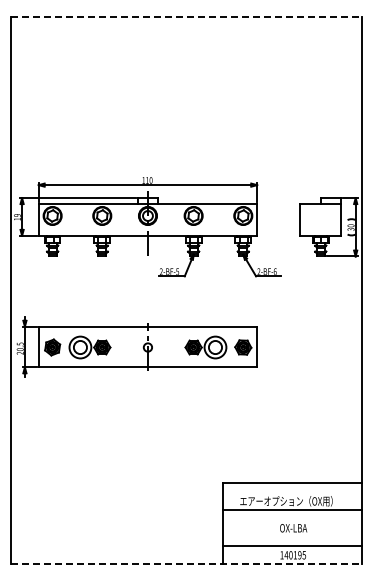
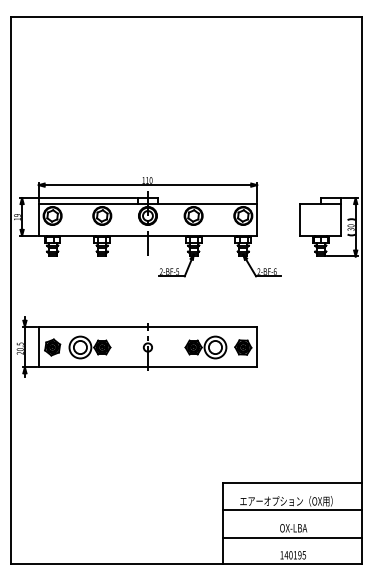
line at (186, 17): dashed -> solid
line at (292, 546) position: (292, 546) -> (292, 538)
line at (186, 563): dashed -> solid
